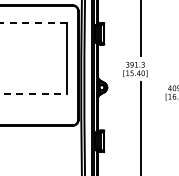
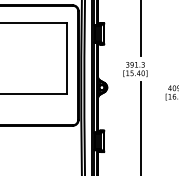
line at (33, 23): dashed -> solid
line at (34, 93): dashed -> solid
